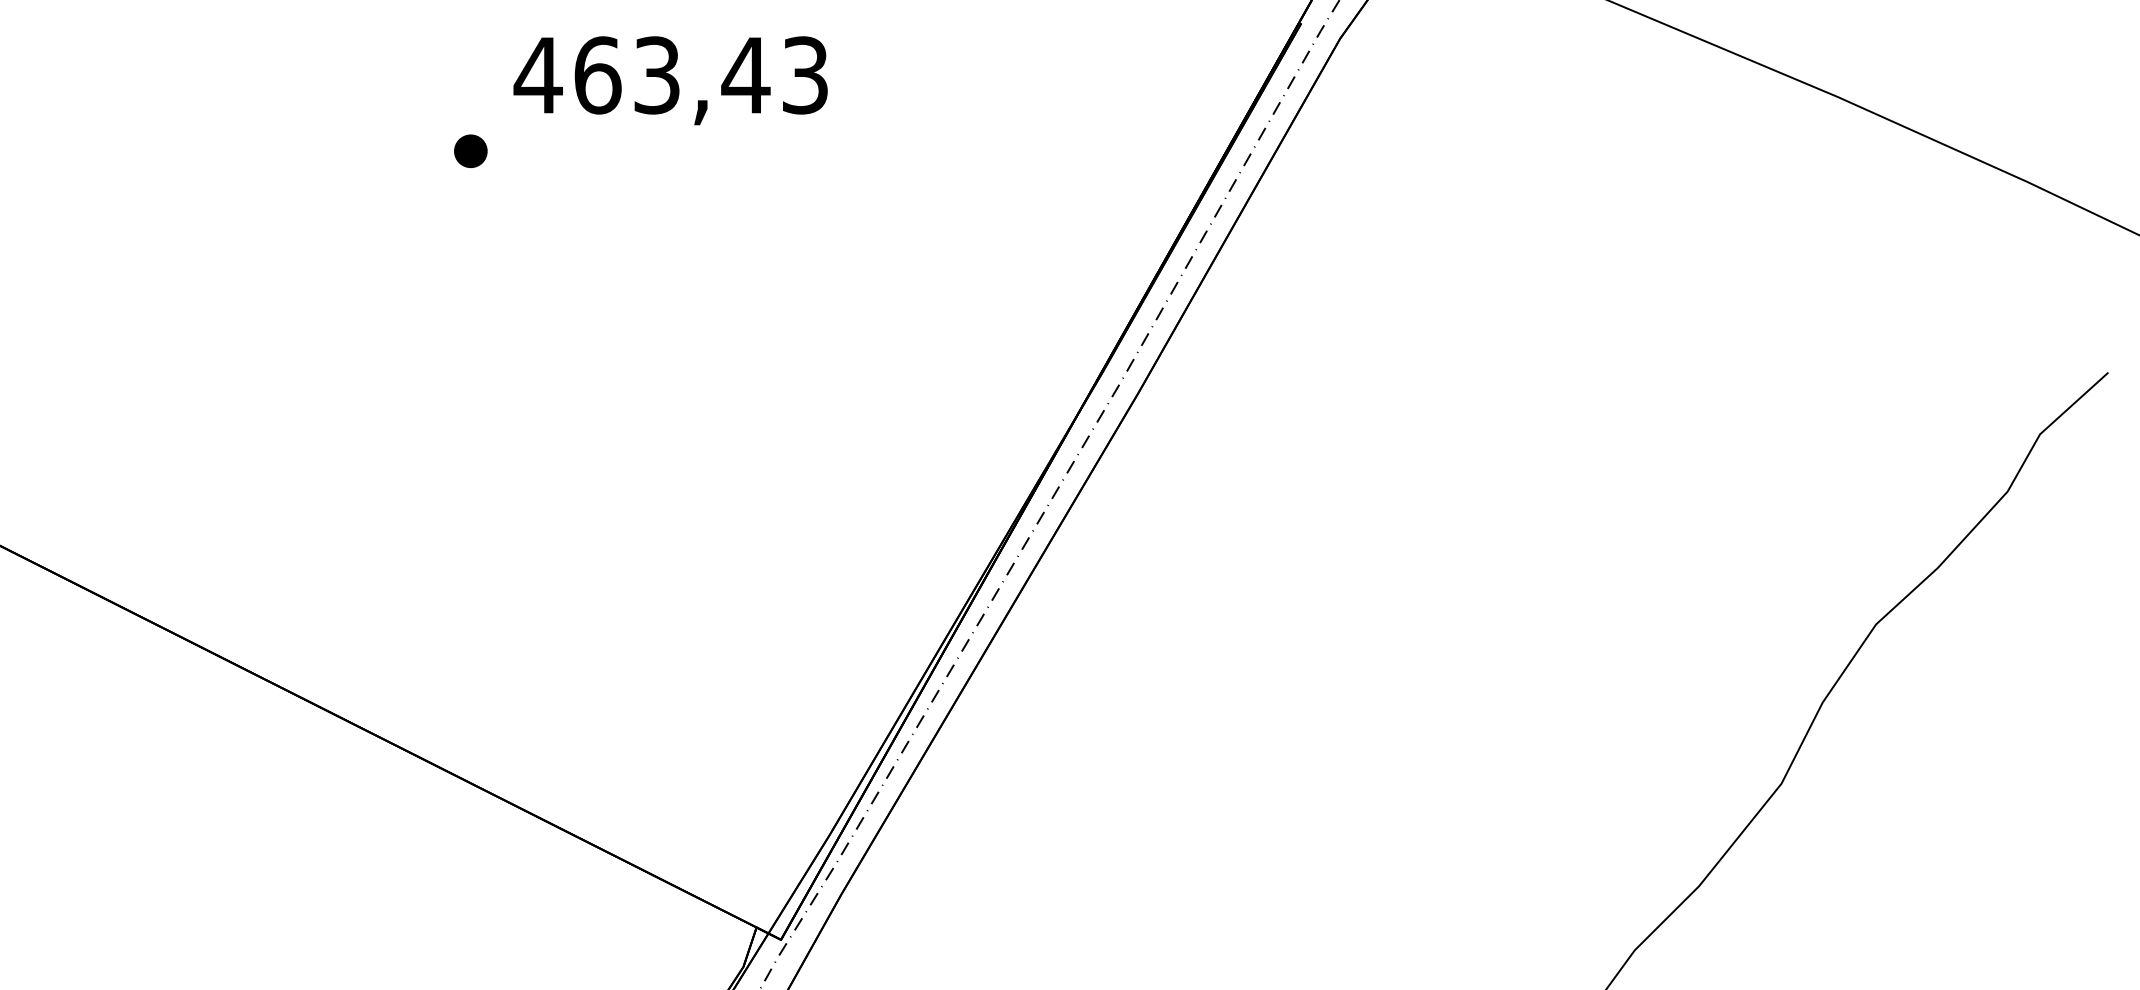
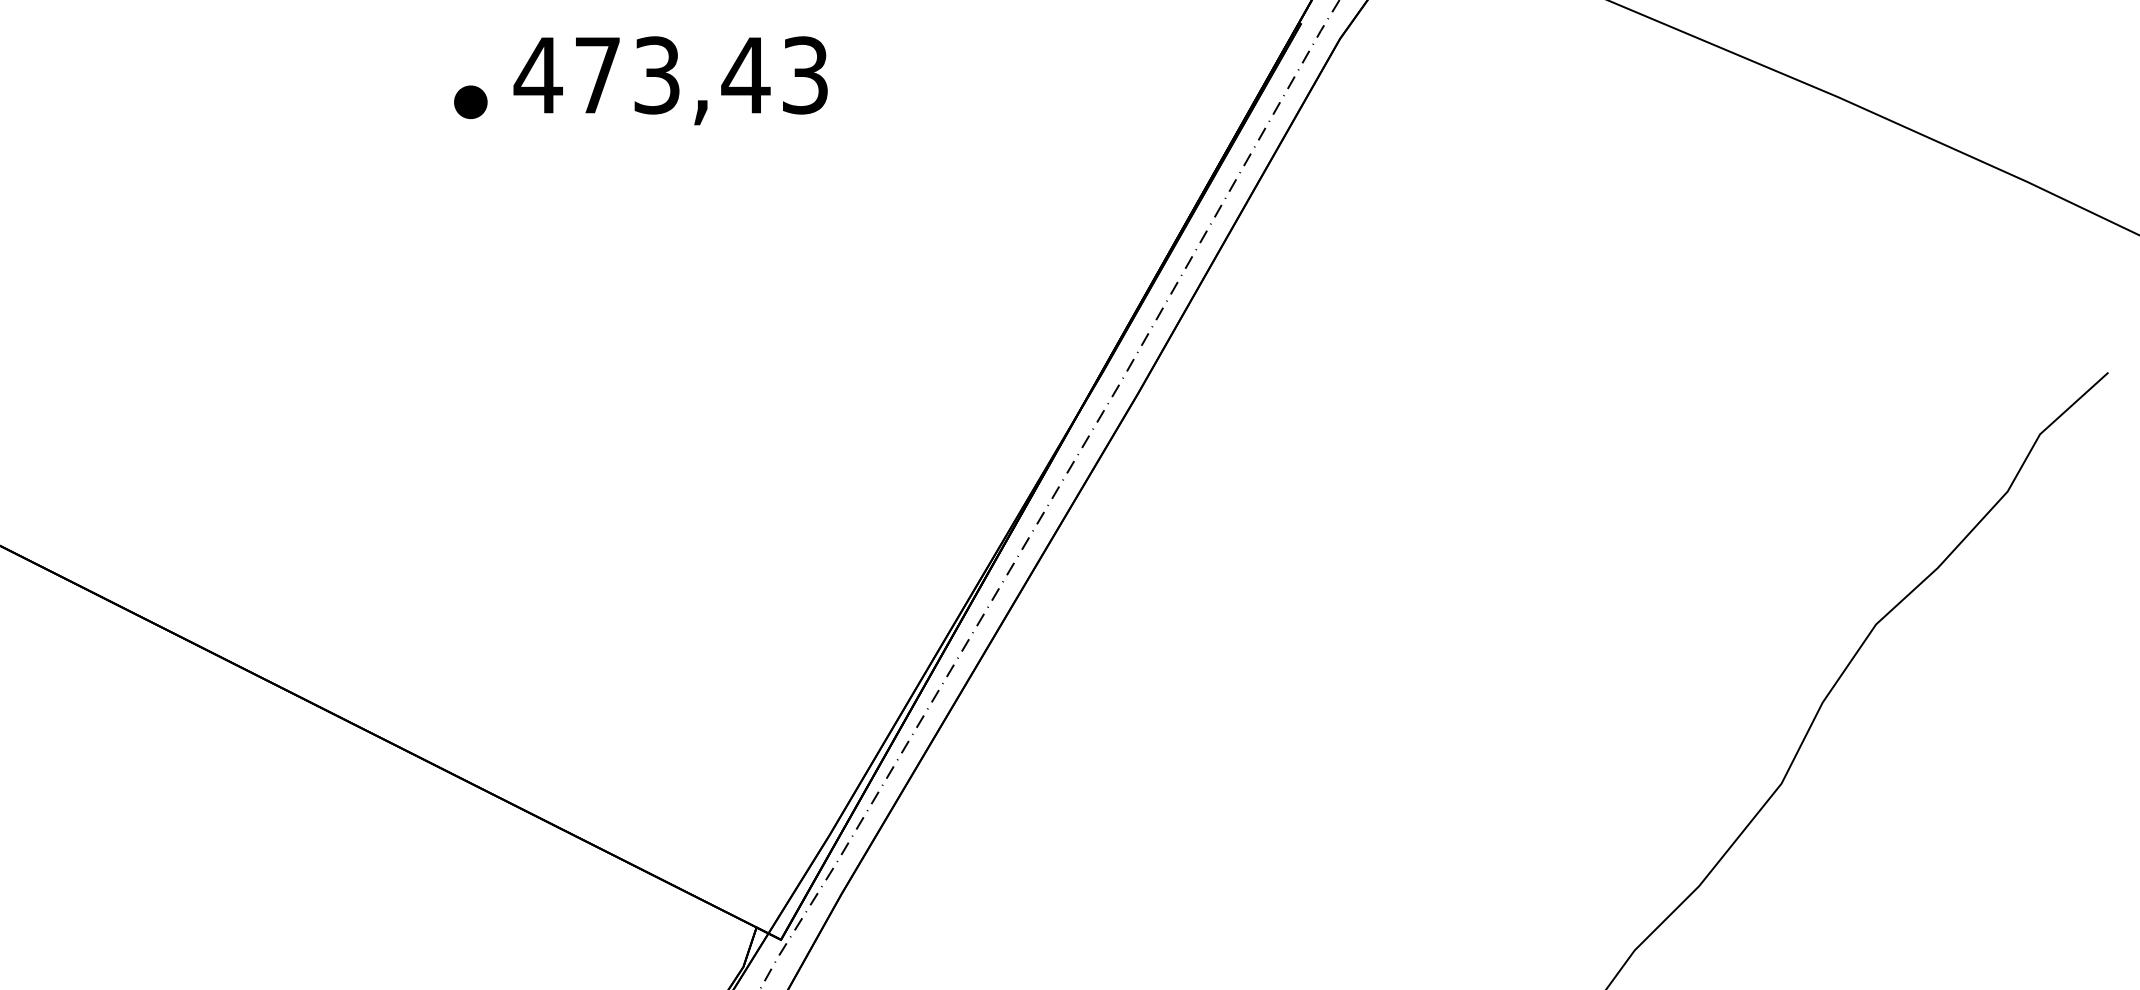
text at (597, 75): 463,43 -> 473,43
part at (470, 150) position: (470, 150) -> (470, 101)
